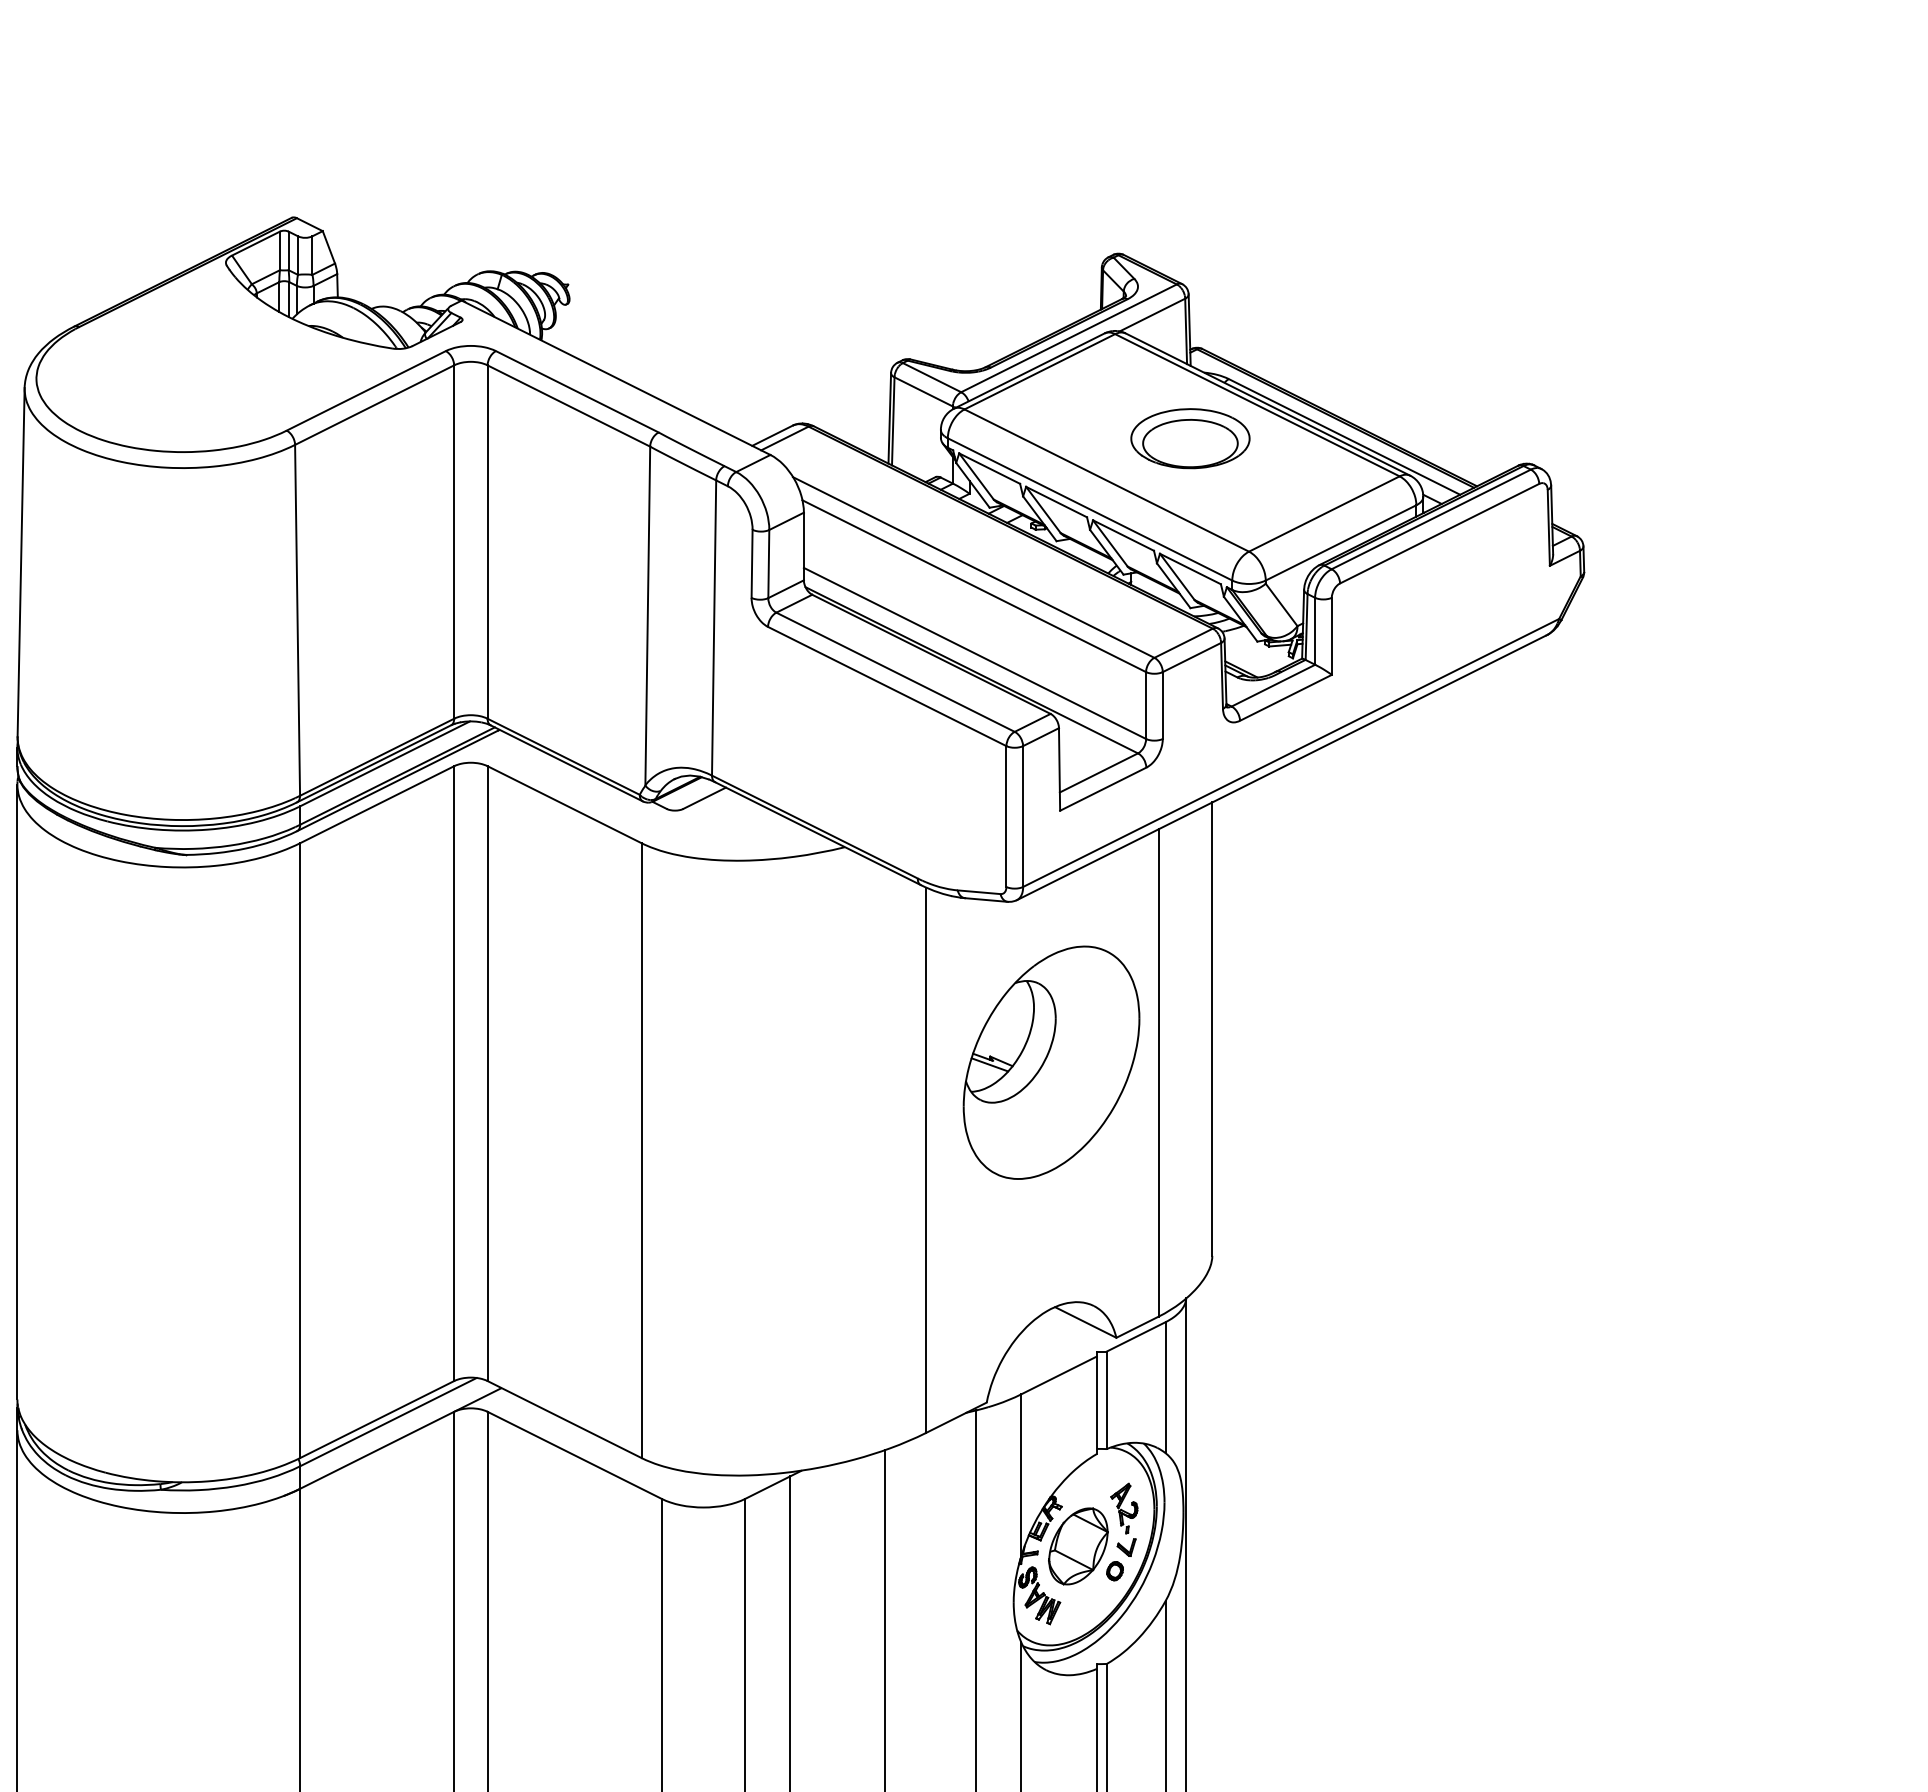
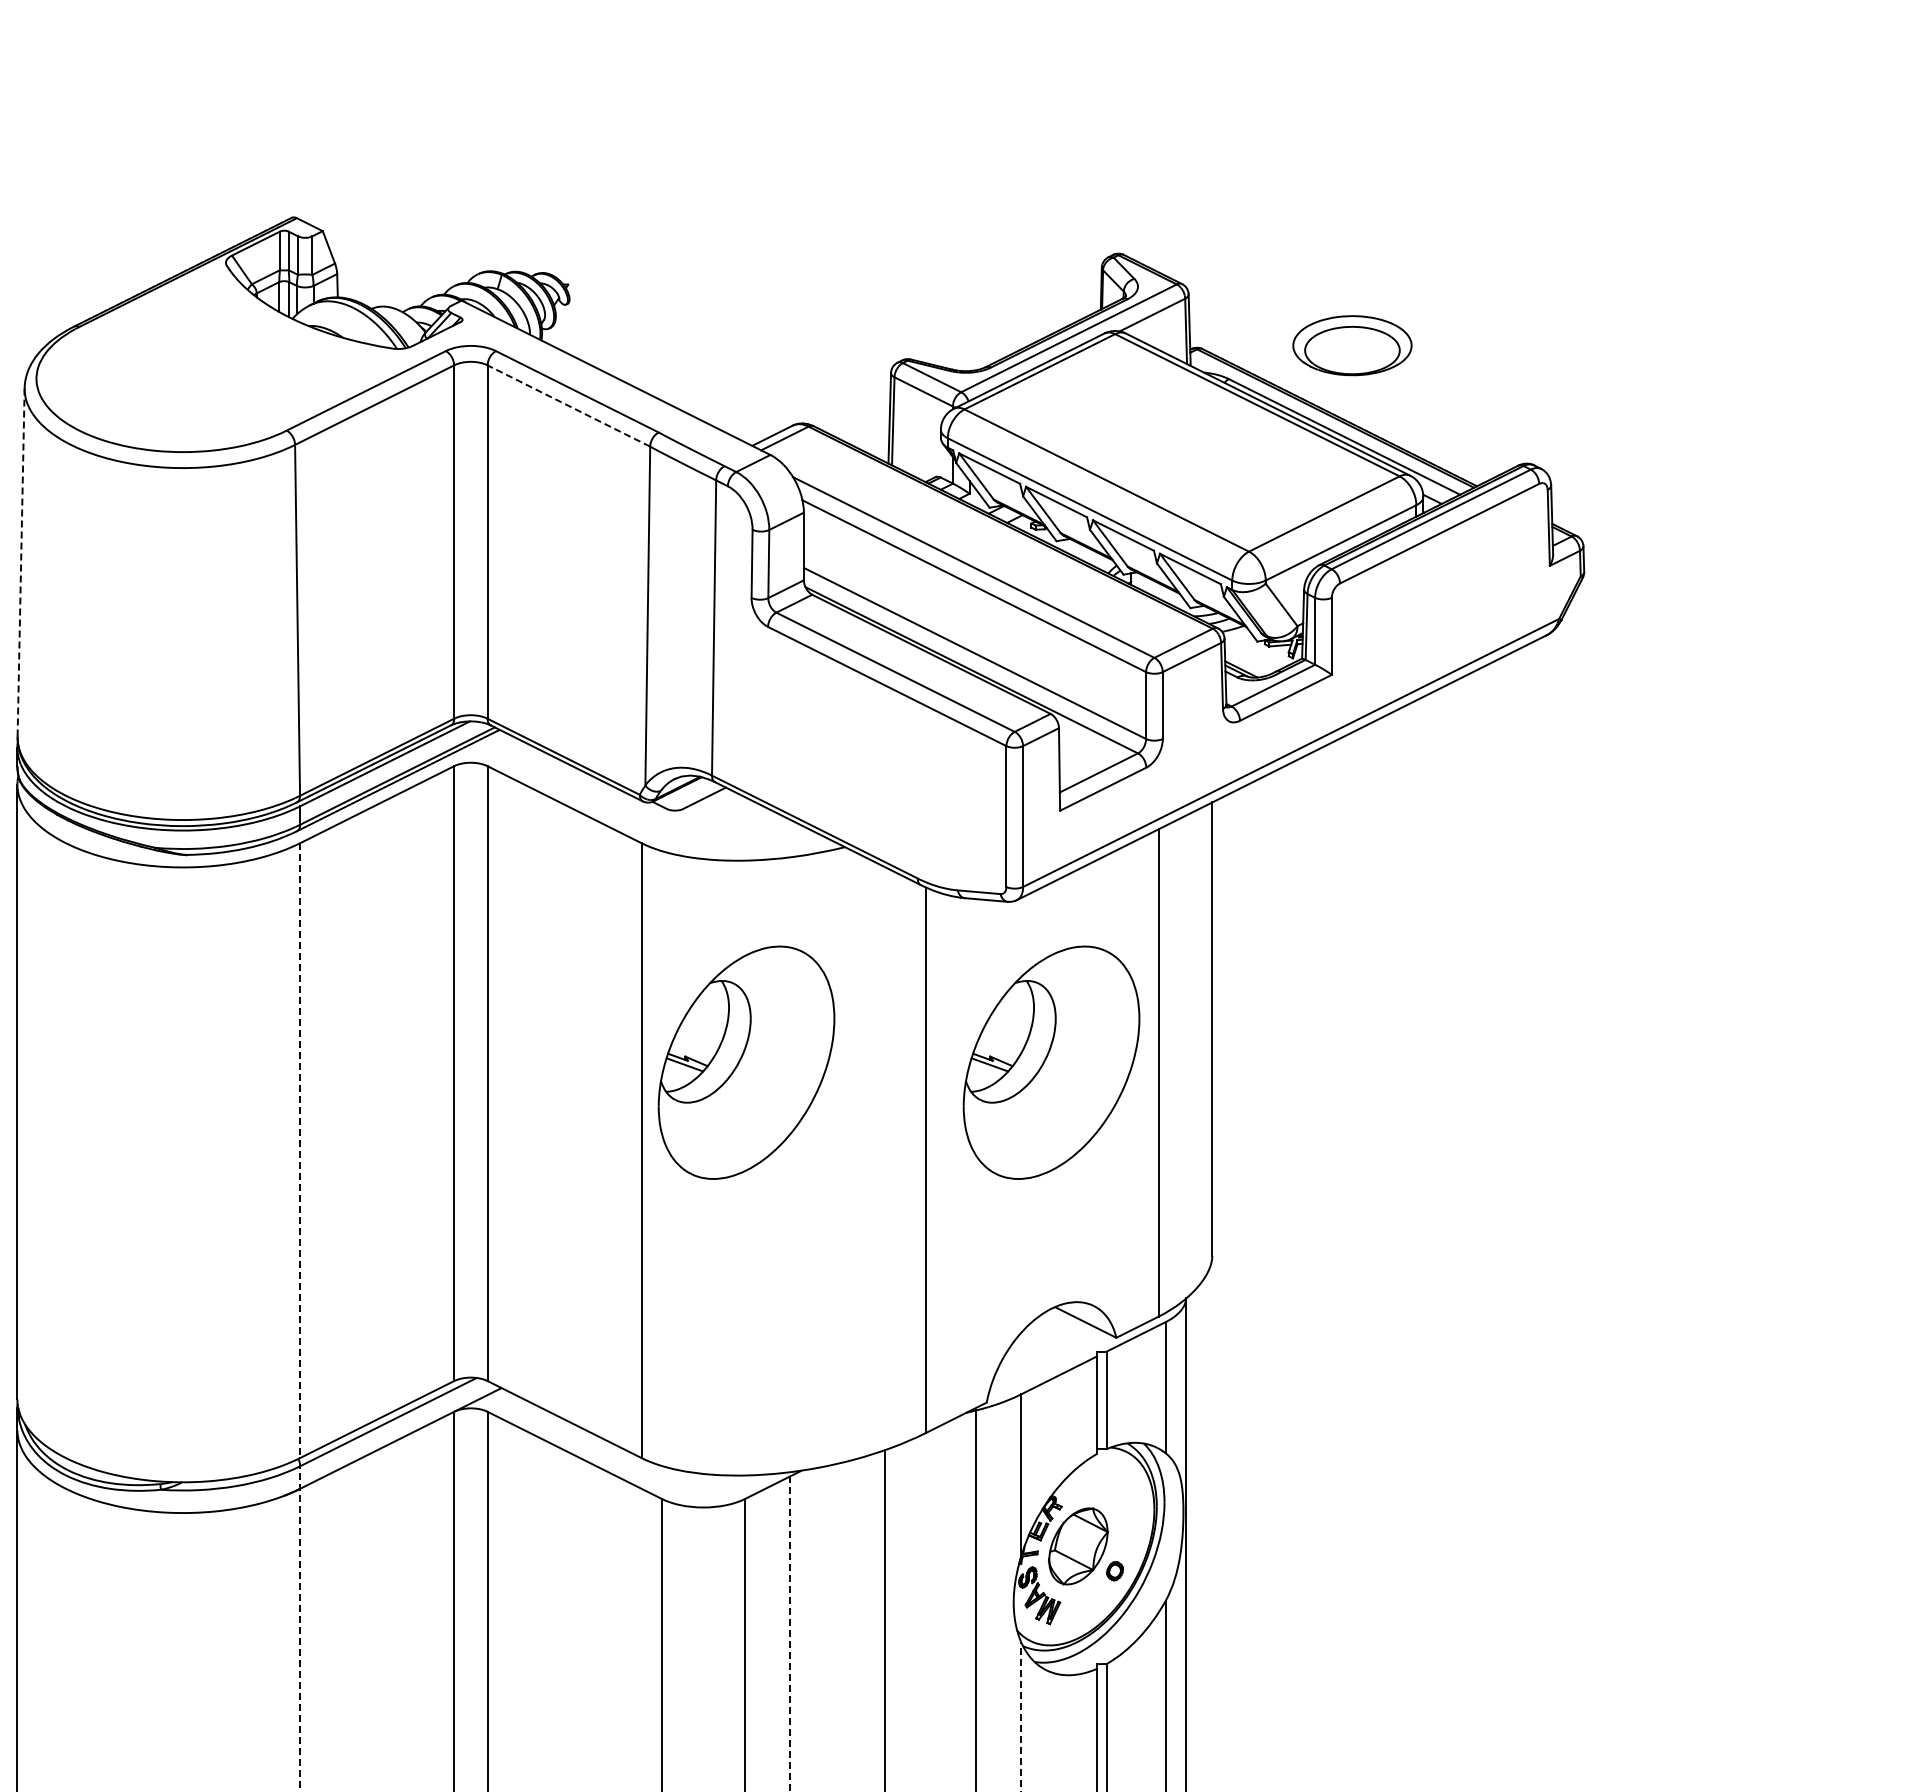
line at (568, 406): solid -> dashed
part at (1190, 438) position: (1190, 438) -> (1352, 345)
line at (21, 561): solid -> dashed
part at (746, 1062): none -> present
line at (300, 1151): solid -> dashed
part at (1124, 1519): present -> none
line at (300, 1628): solid -> dashed
line at (790, 1634): solid -> dashed
line at (1021, 1716): solid -> dashed
